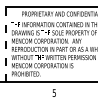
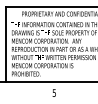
line at (6, 44): dashed -> solid
